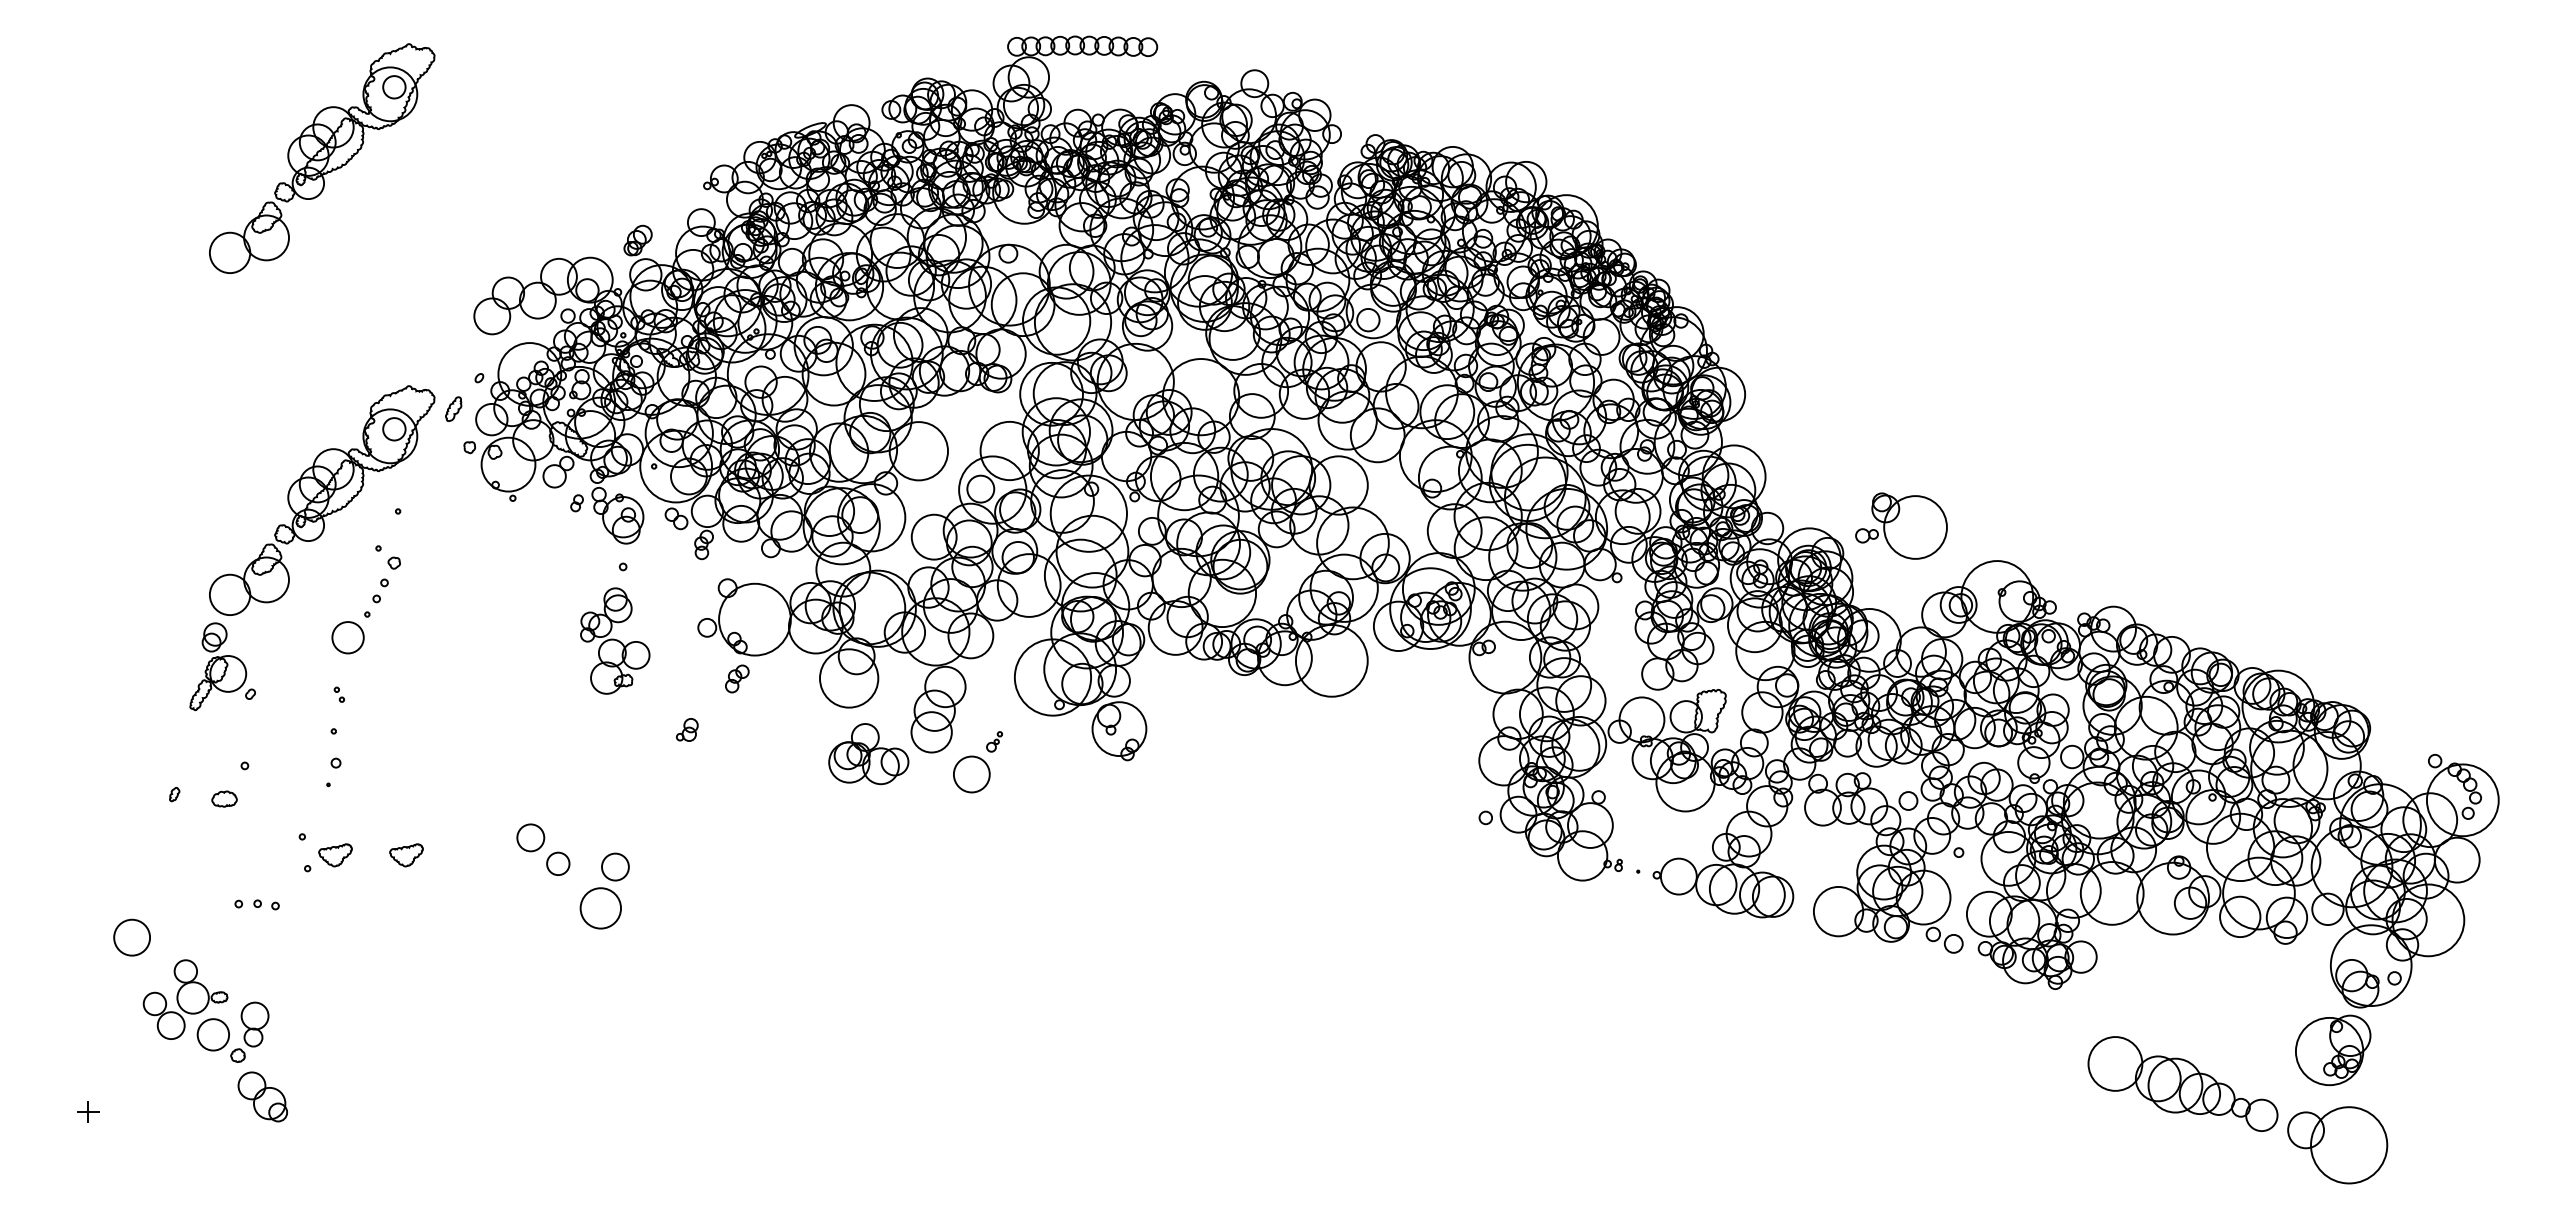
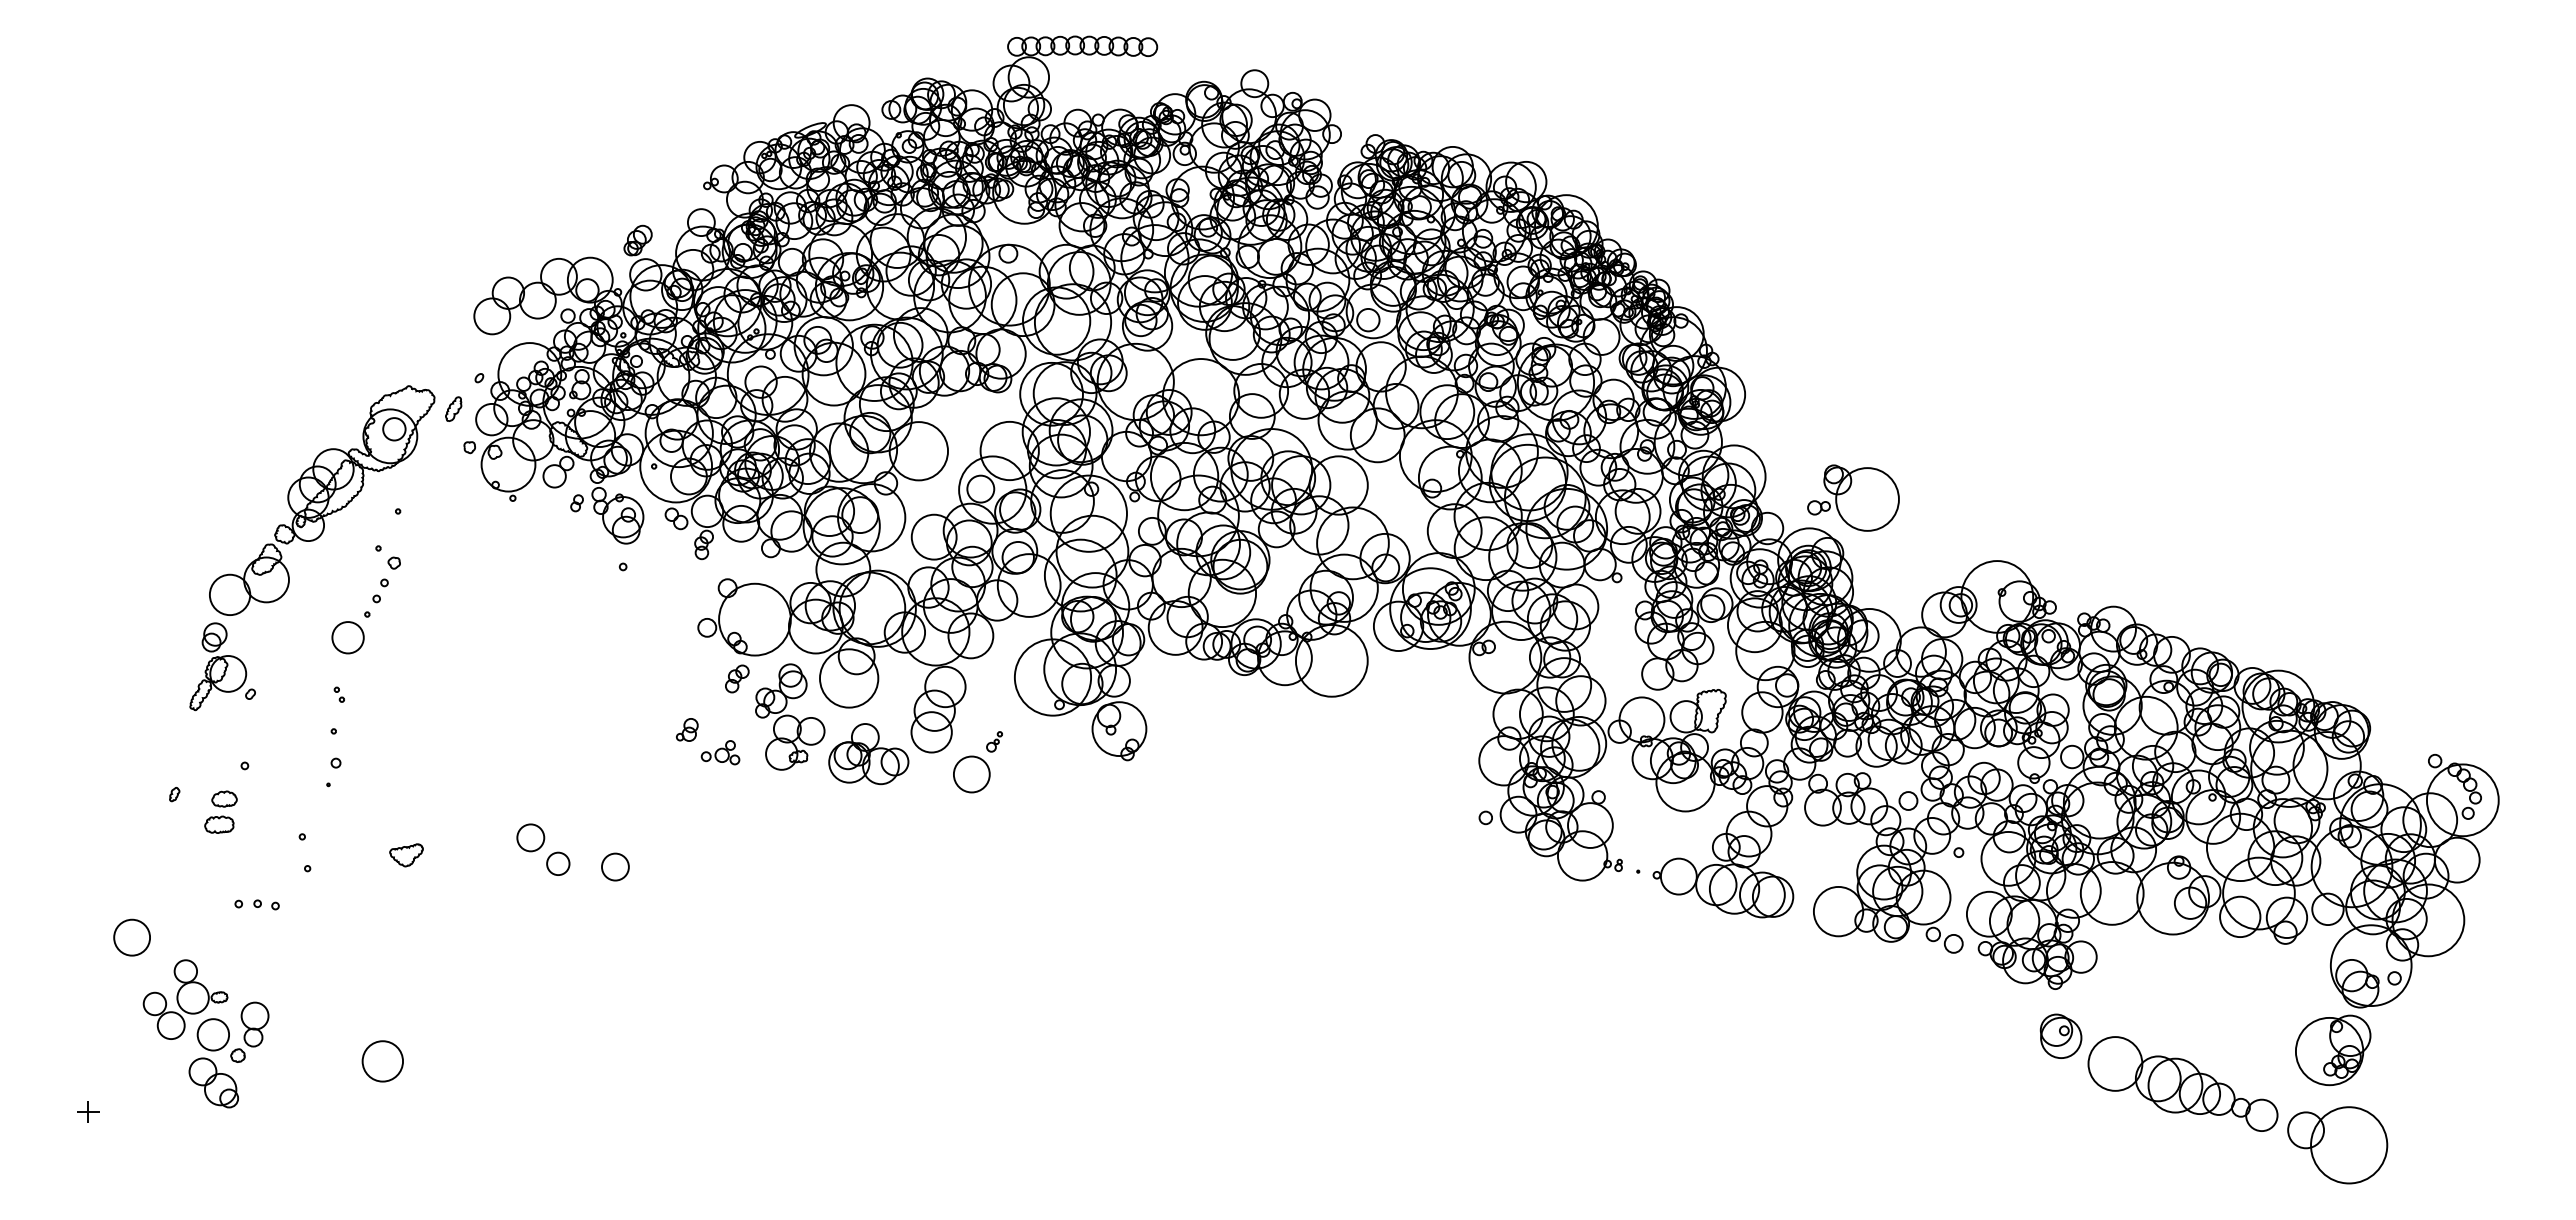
part at (322, 158): present -> none
part at (1901, 525) position: (1901, 525) -> (1853, 497)
part at (615, 640) position: (615, 640) -> (790, 716)
part at (720, 752): none -> present
part at (219, 824): none -> present
part at (335, 855): present -> none
circle at (600, 908) position: (600, 908) -> (382, 1061)
part at (2060, 1035): none -> present
part at (262, 1096) position: (262, 1096) -> (213, 1082)
